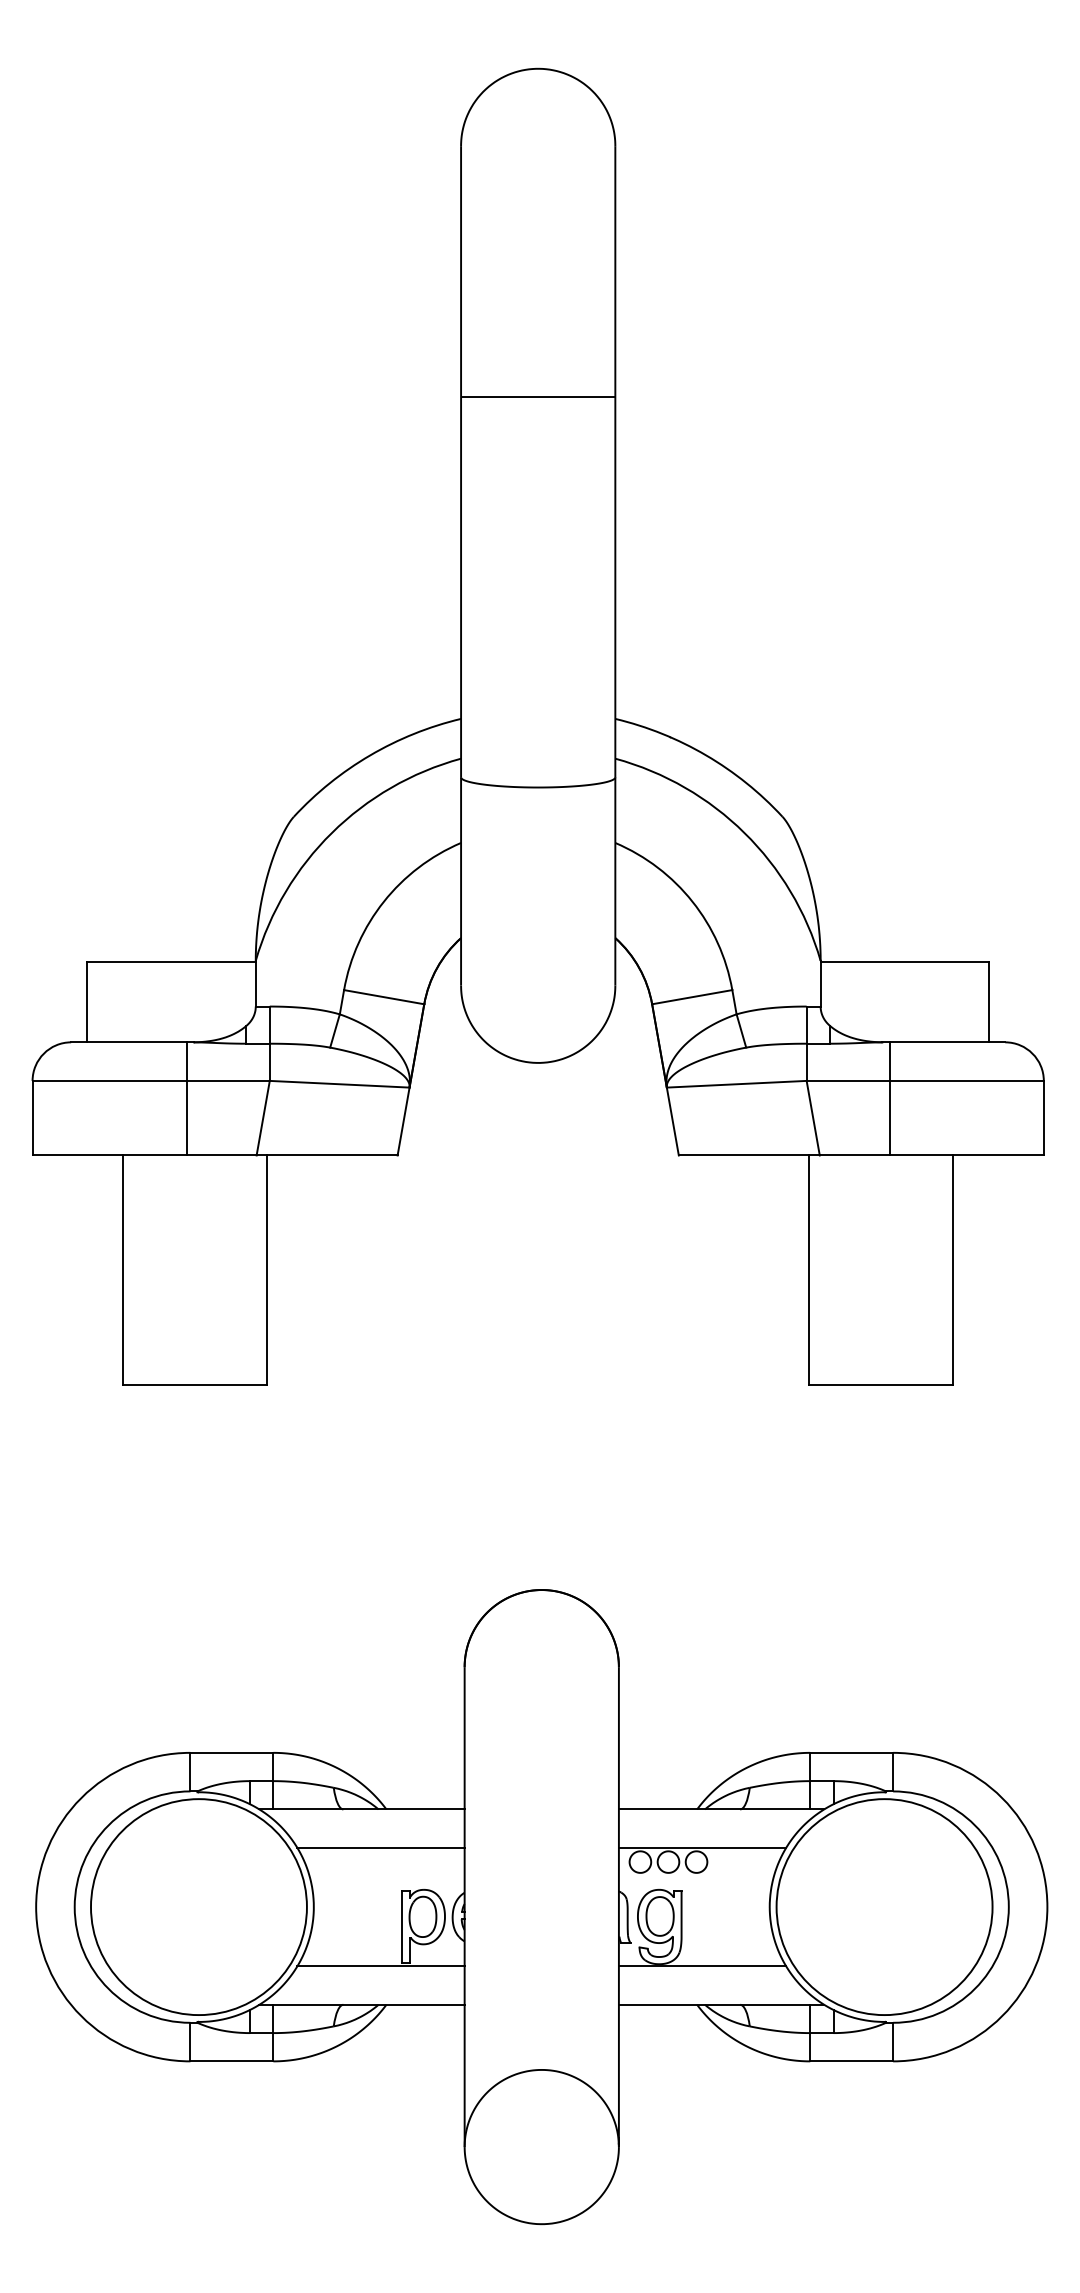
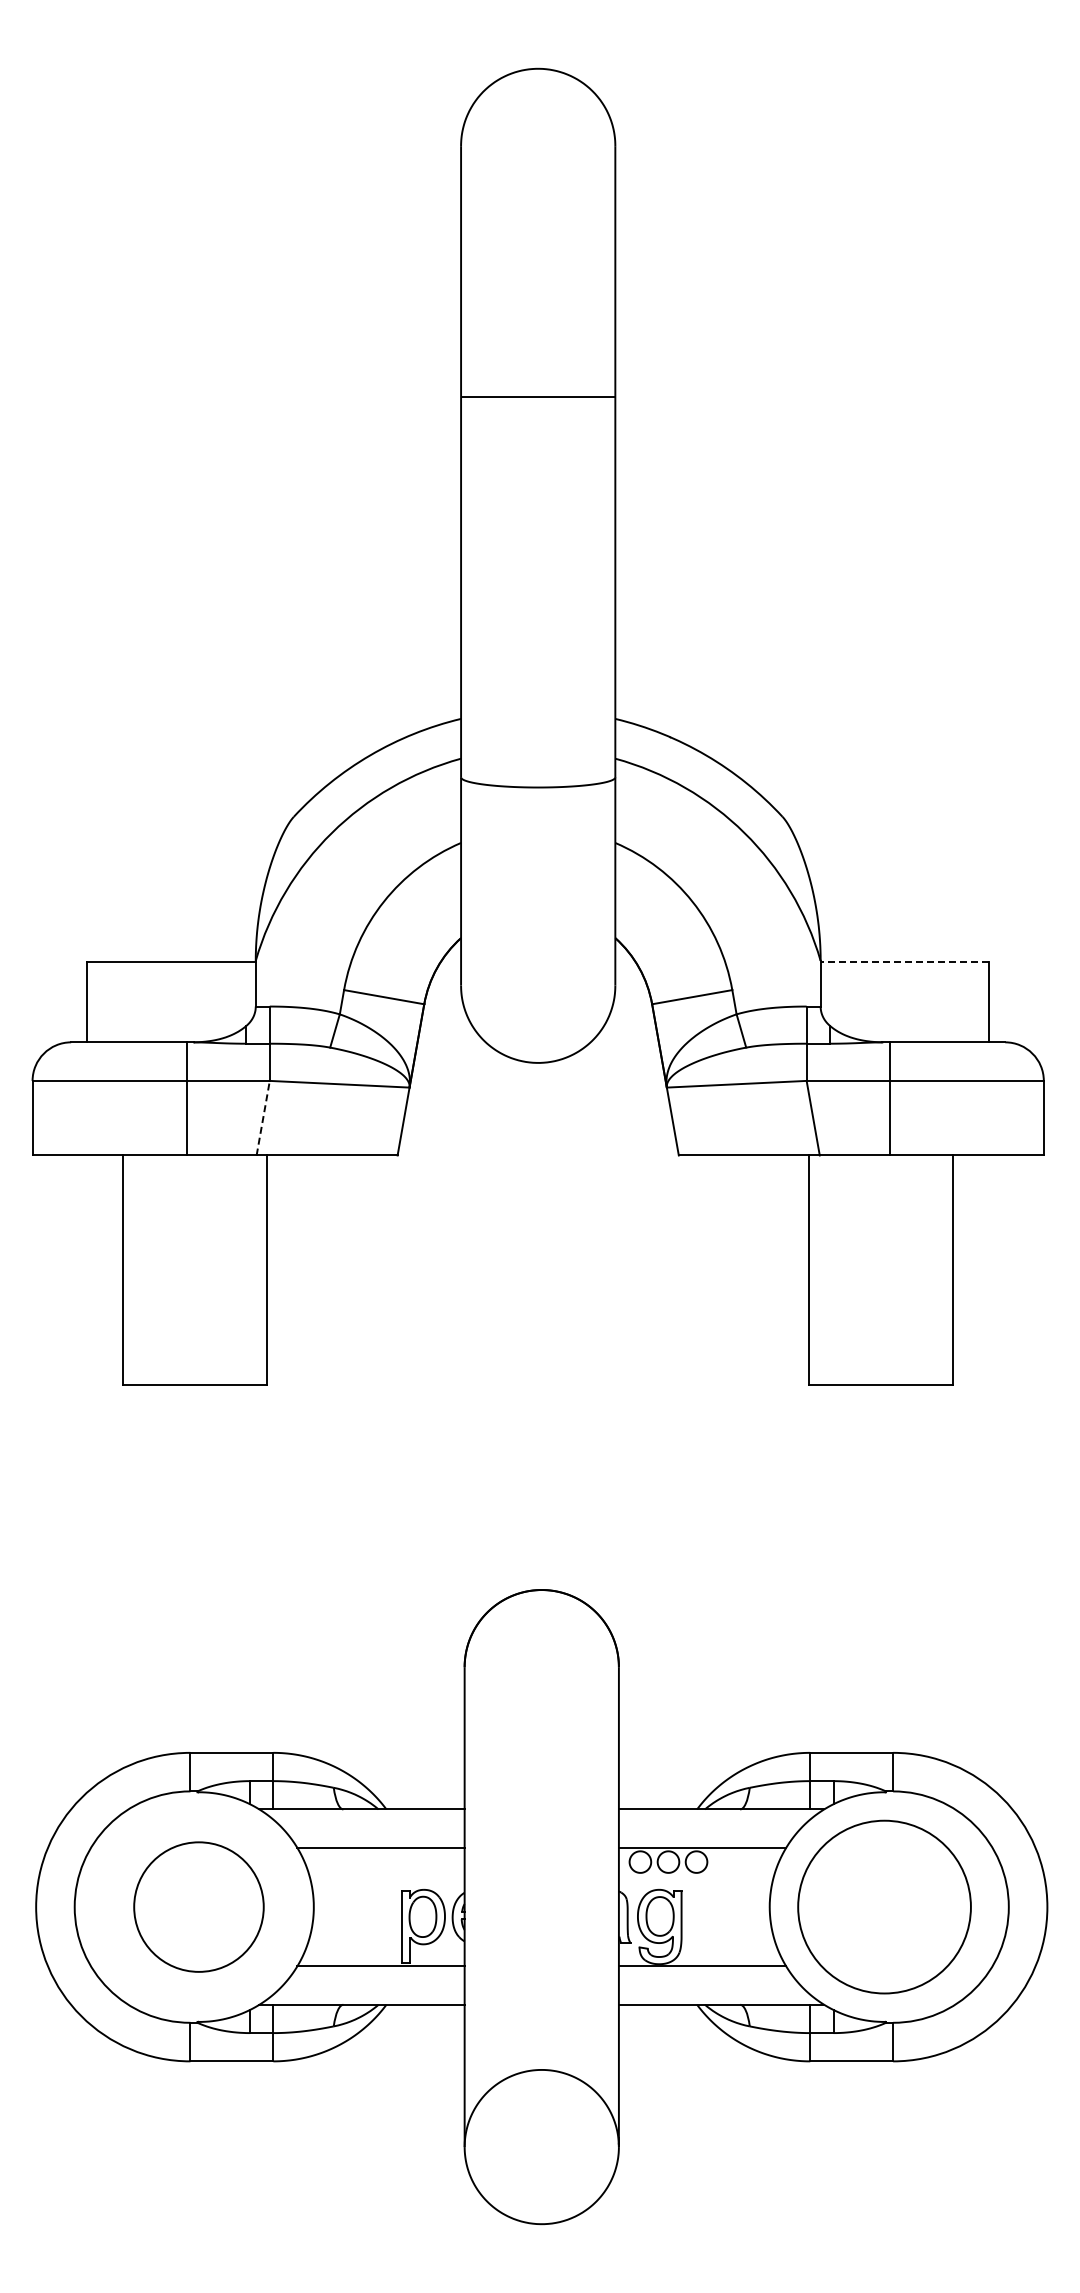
line at (904, 961): solid -> dashed
line at (263, 1118): solid -> dashed
circle at (198, 1907) diameter: 216 px -> 130 px
circle at (884, 1907) diameter: 216 px -> 173 px
